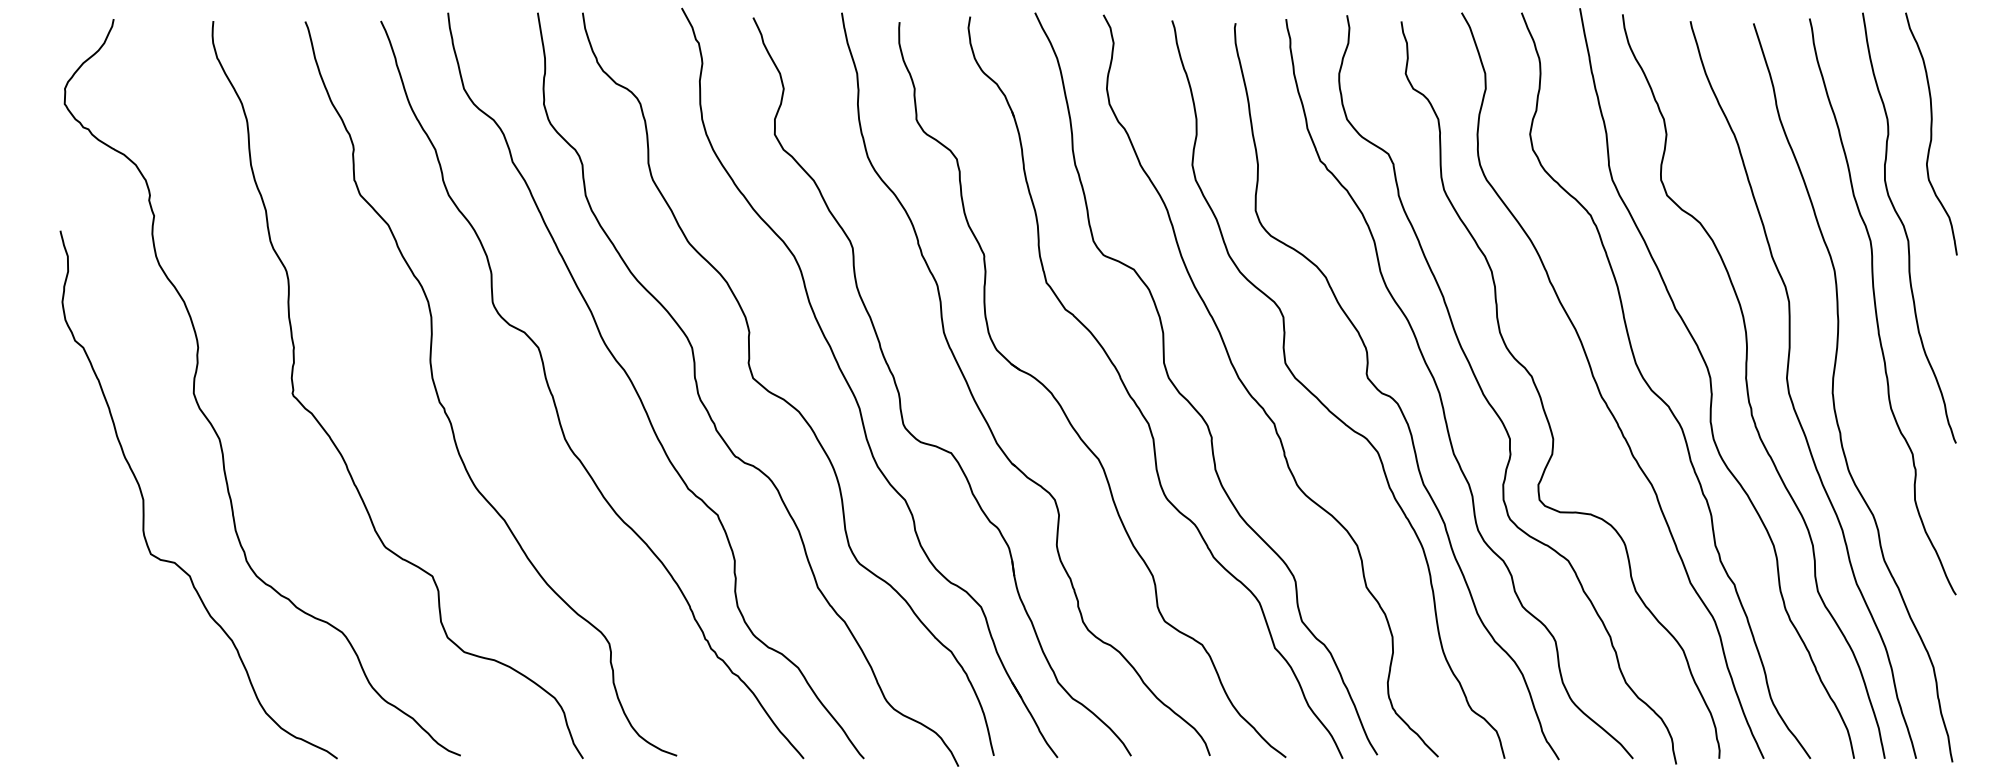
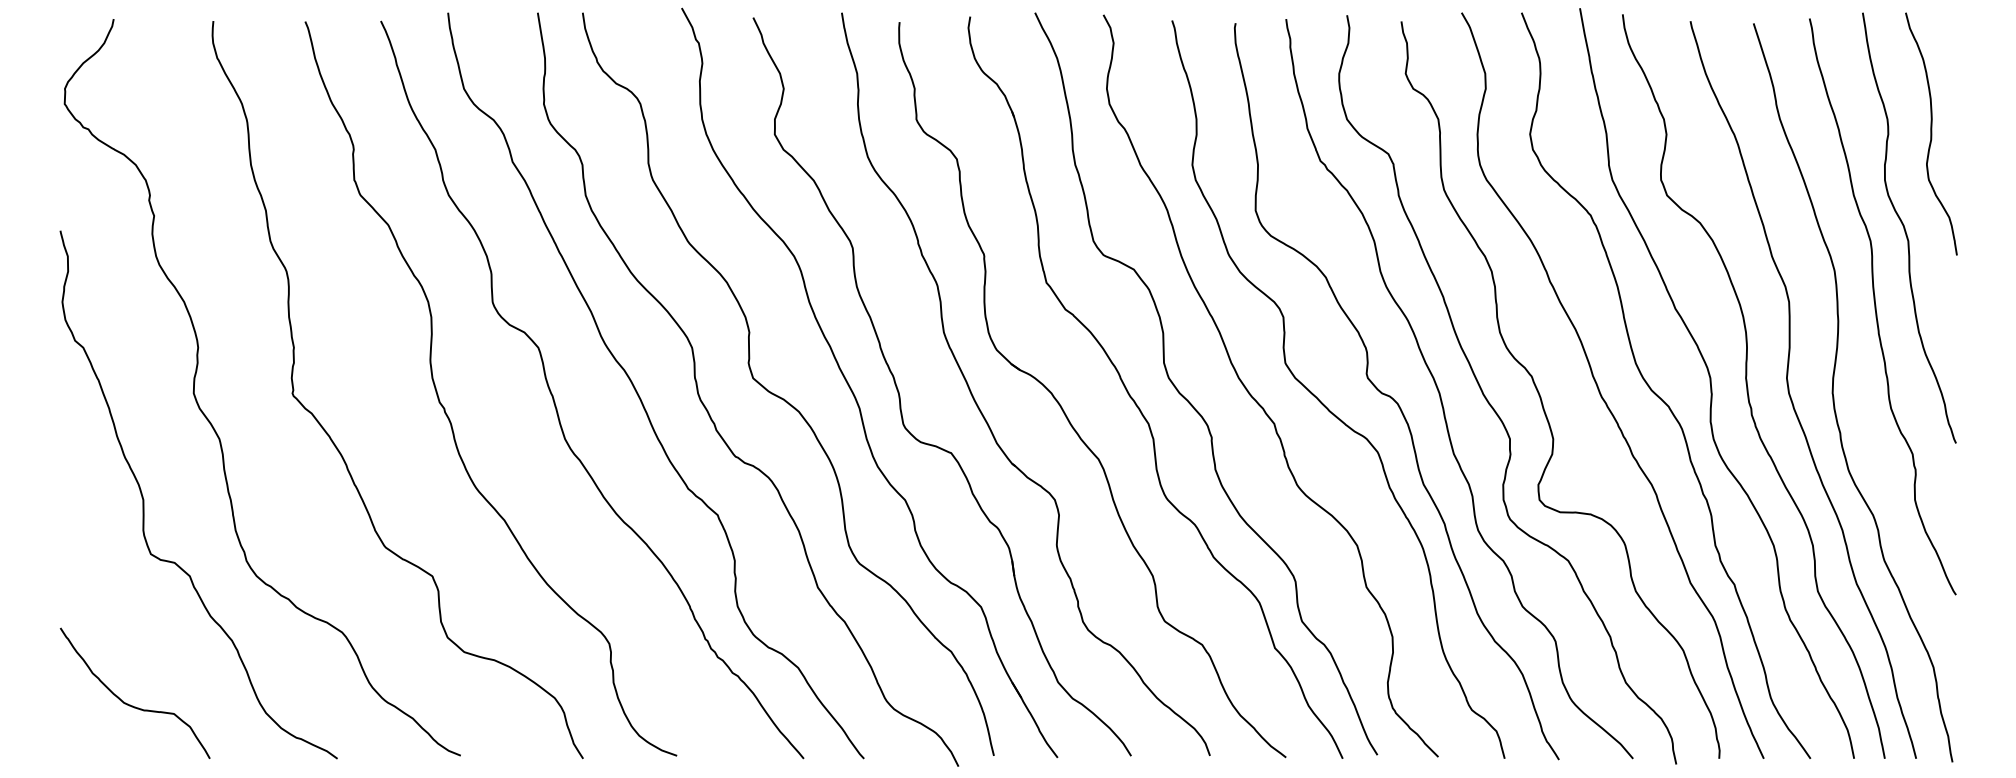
curve at (128, 703): none -> present
